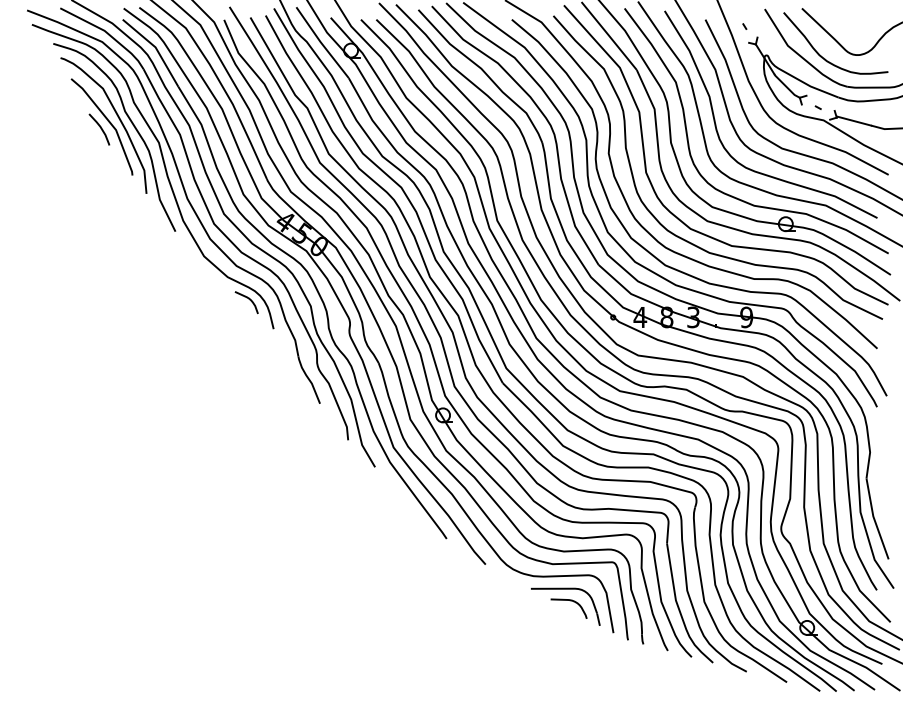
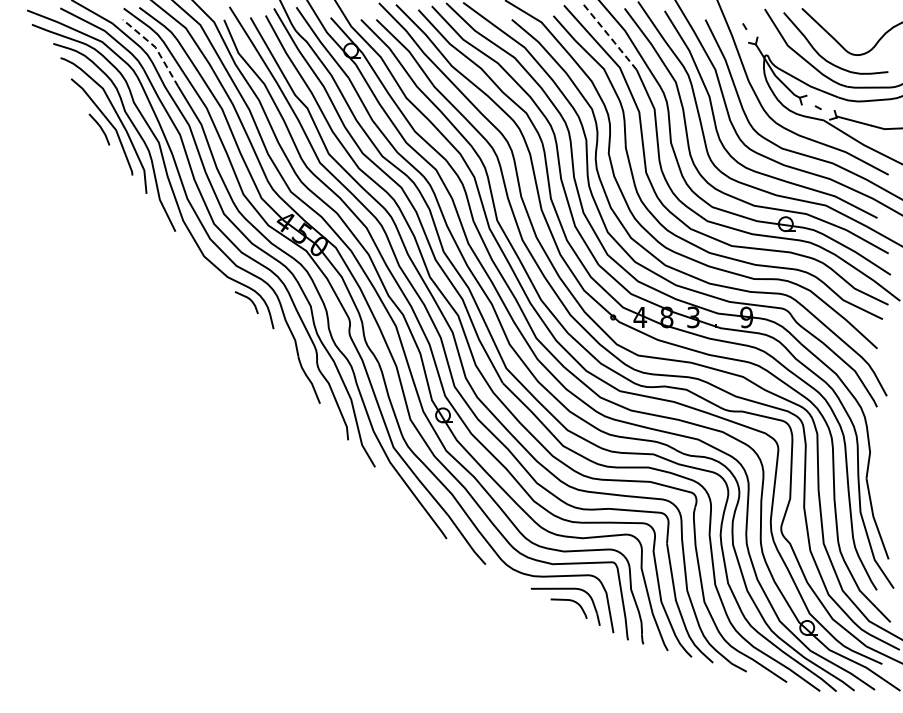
line at (608, 35): solid -> dashed
line at (156, 48): solid -> dashed
